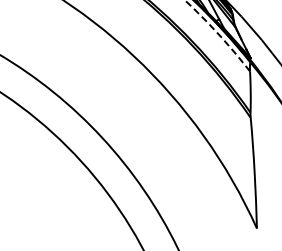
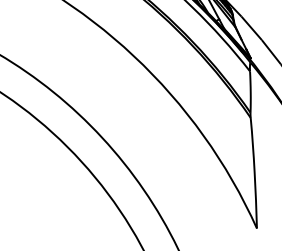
arc at (218, 34): dashed -> solid
